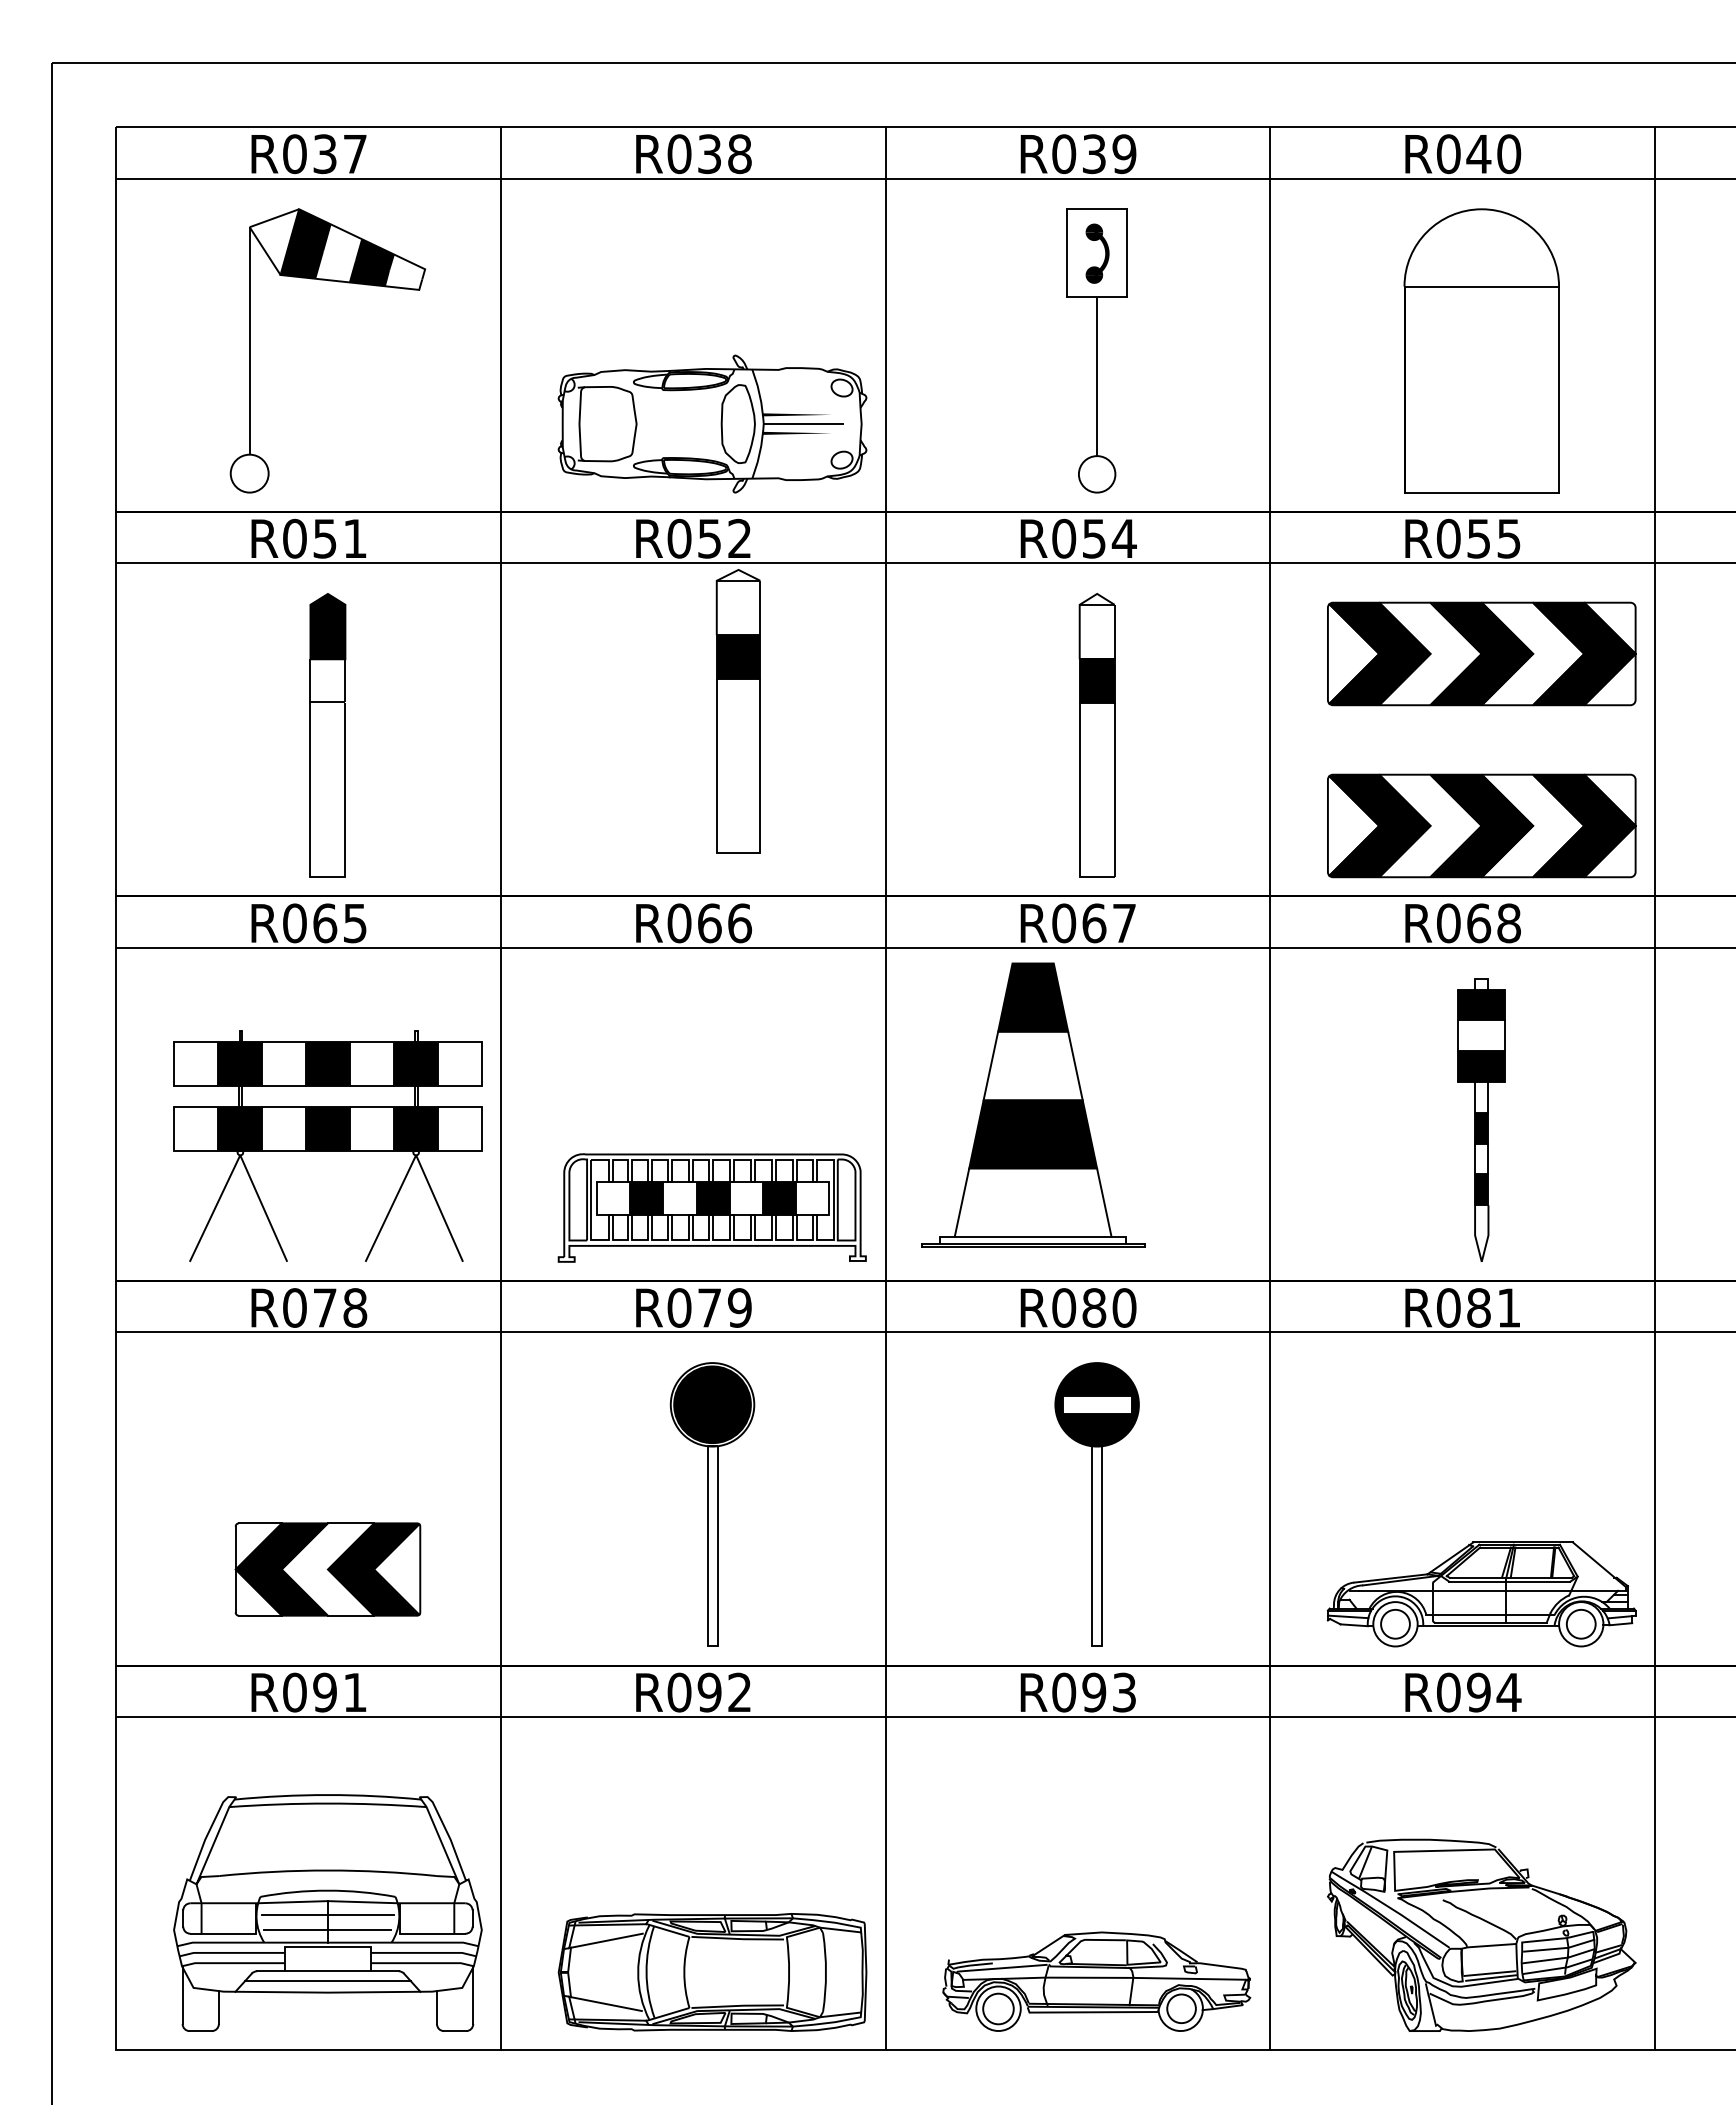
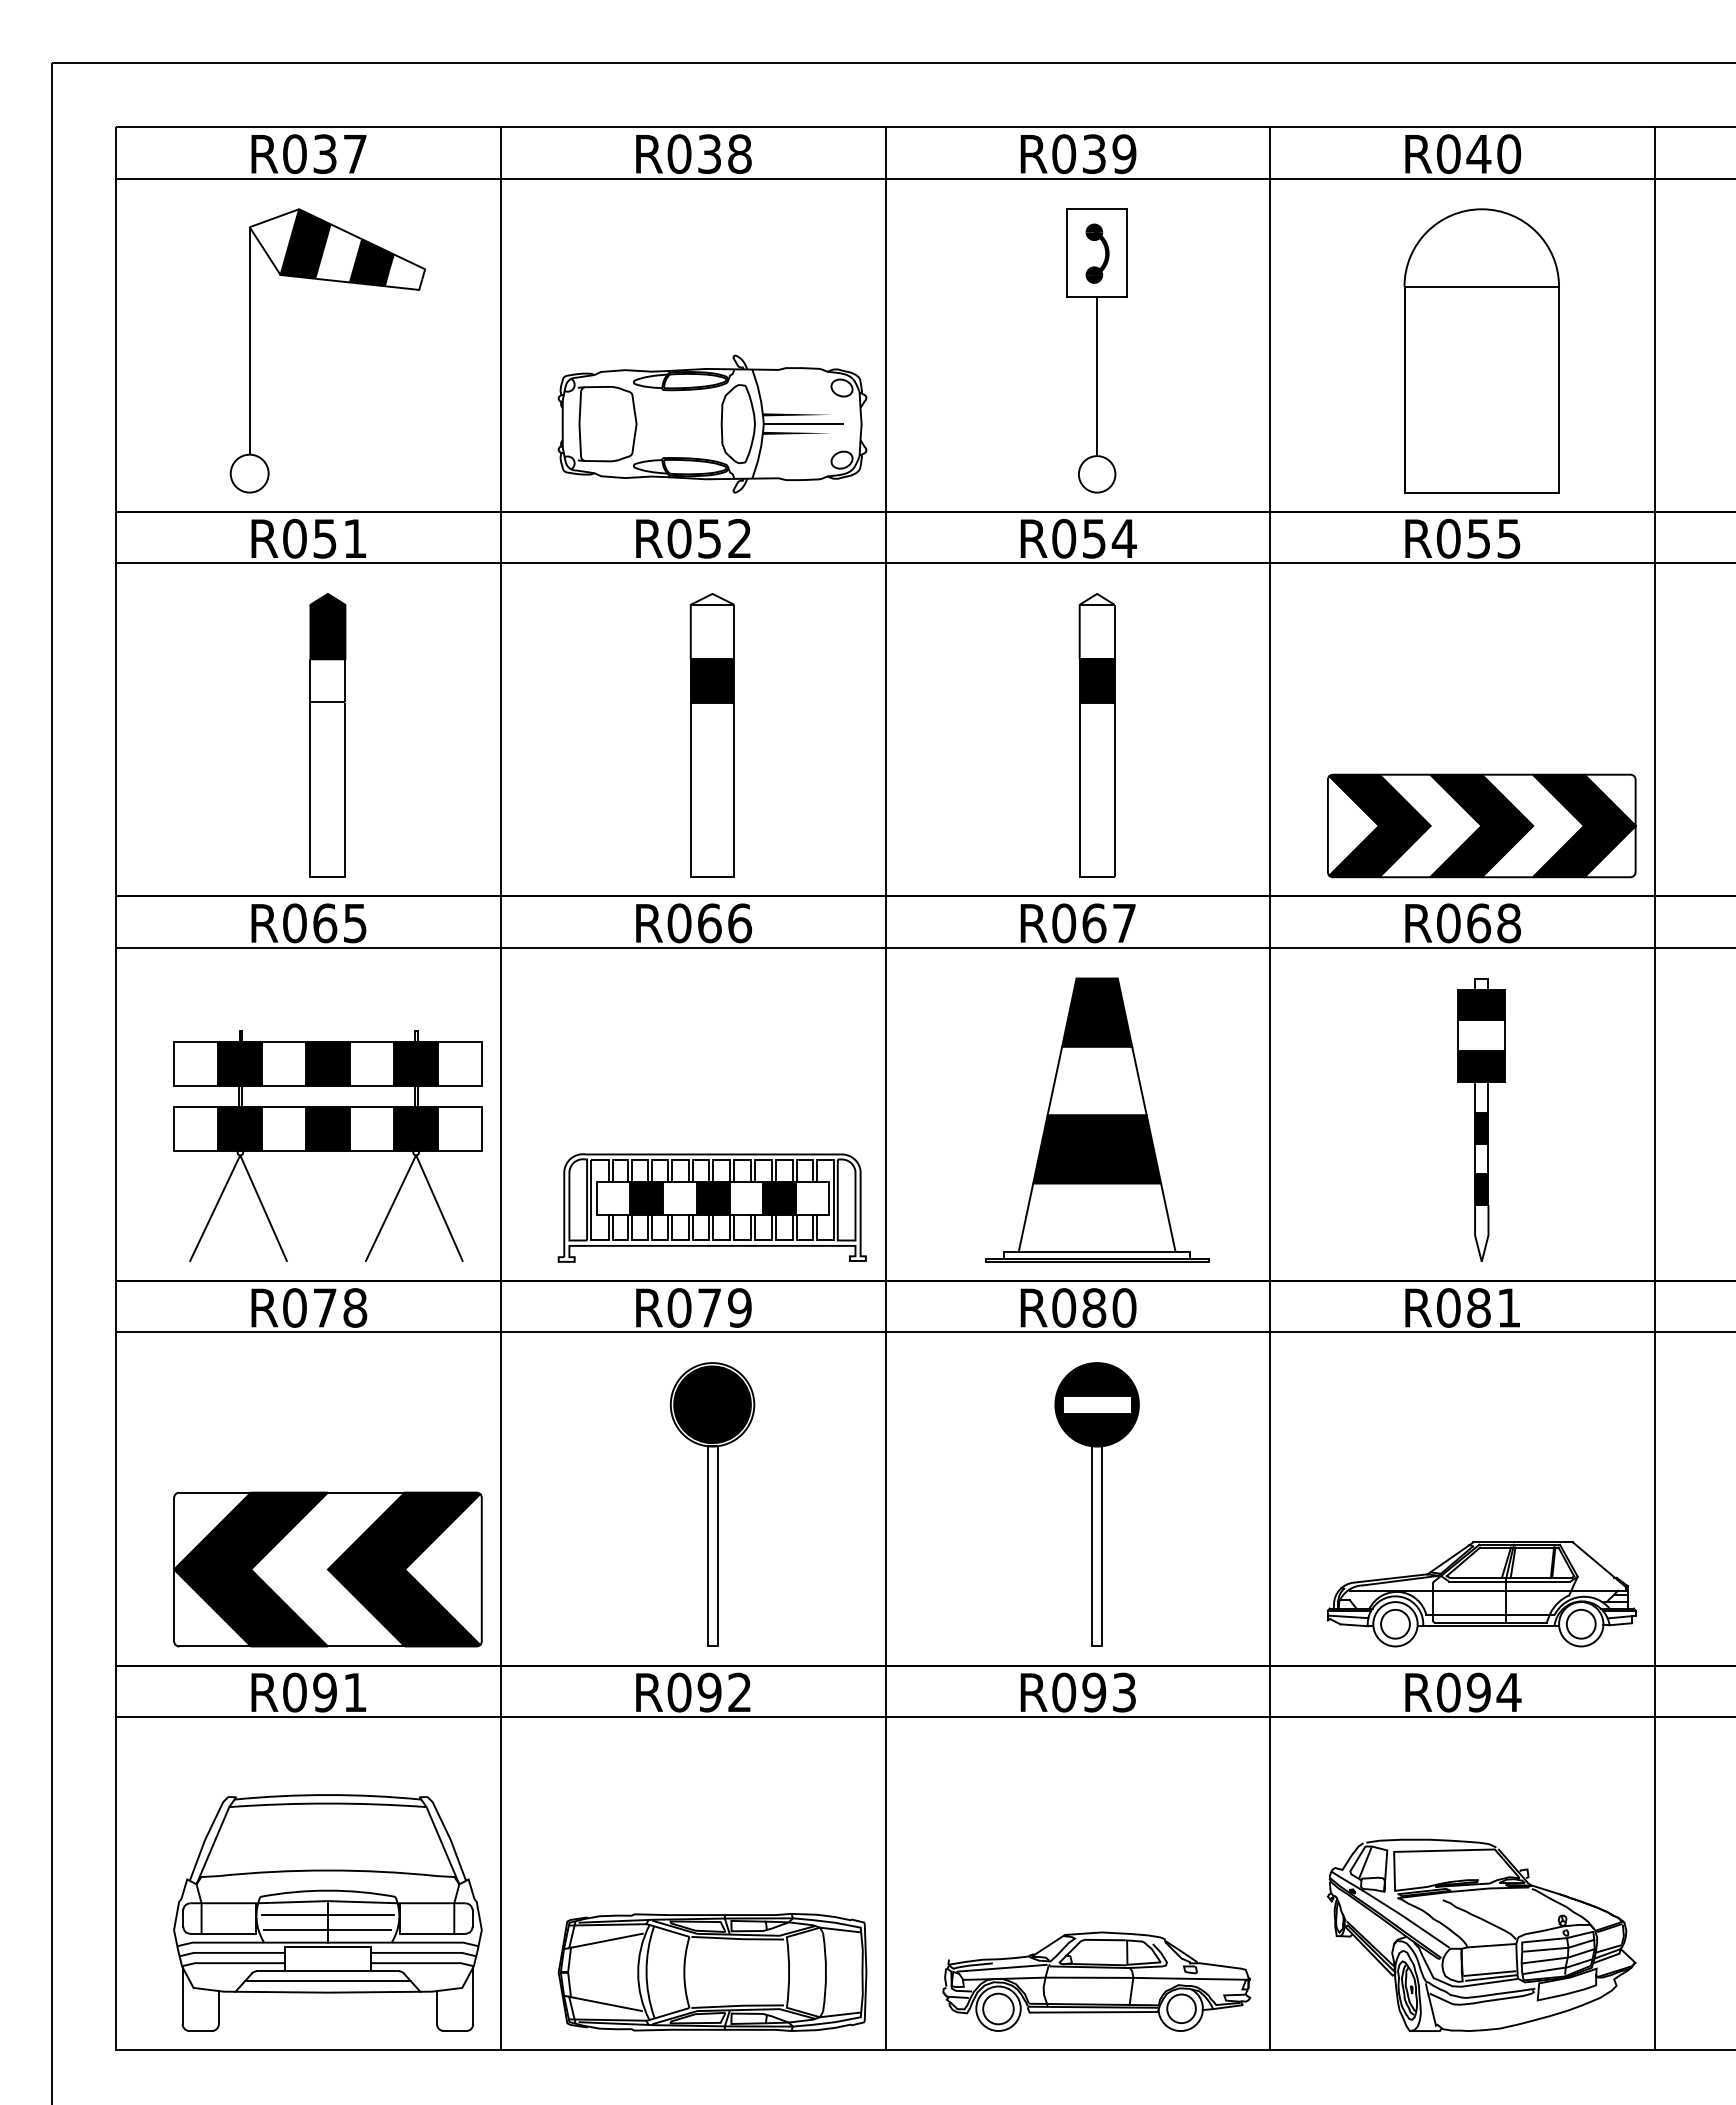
part at (1481, 653): present -> none
part at (737, 711) position: (737, 711) -> (711, 735)
part at (1033, 1104) position: (1033, 1104) -> (1097, 1119)
part at (327, 1569) size: 188x95 px -> 310x157 px
